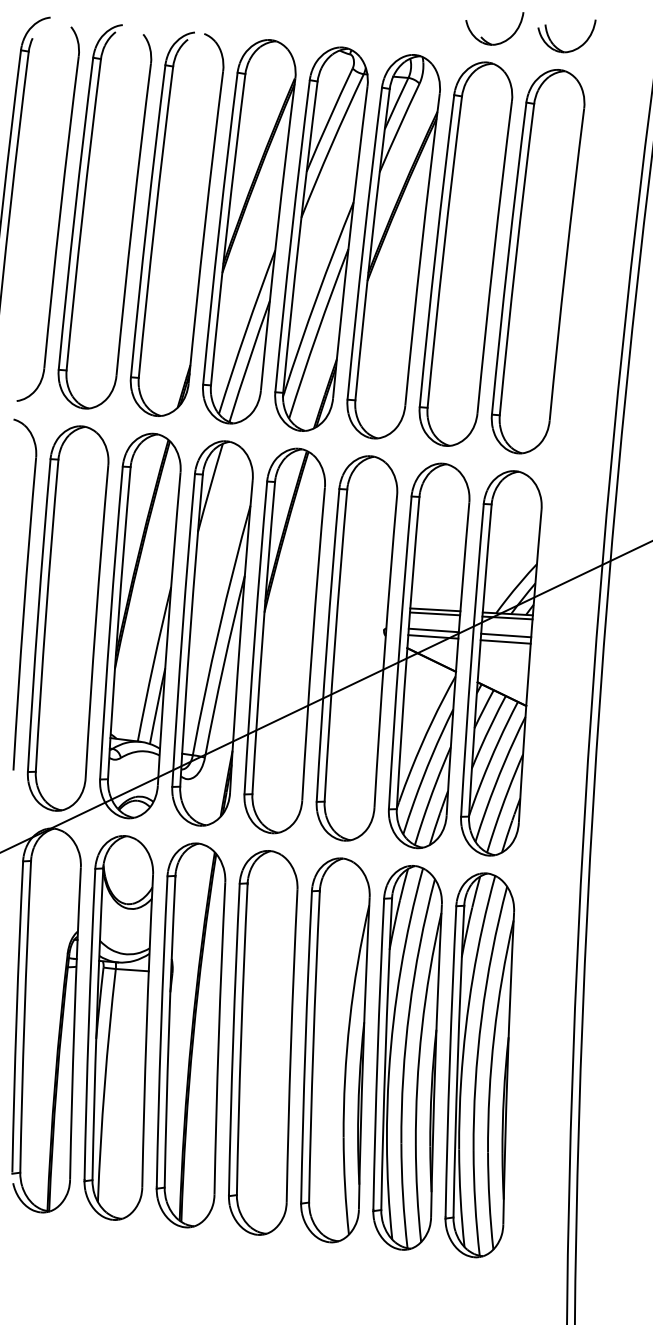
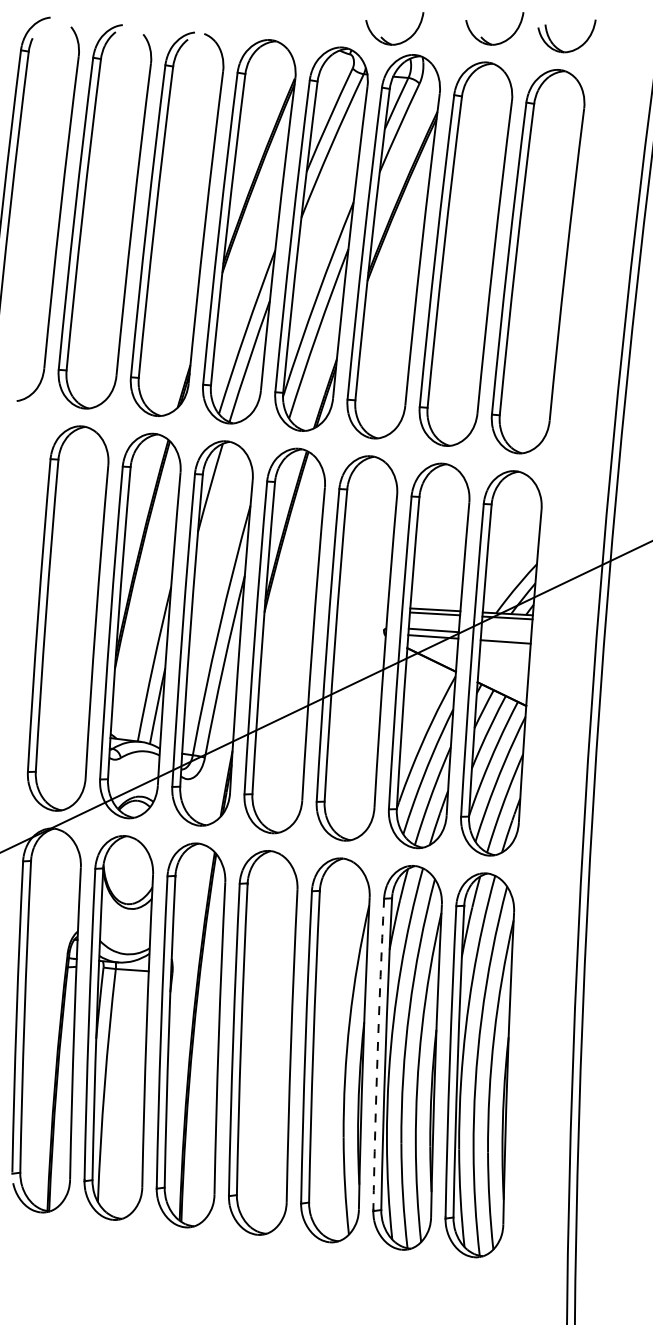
part at (386, 40): none -> present
part at (24, 594): present -> none
line at (506, 635): present -> none
arc at (377, 1054): solid -> dashed
